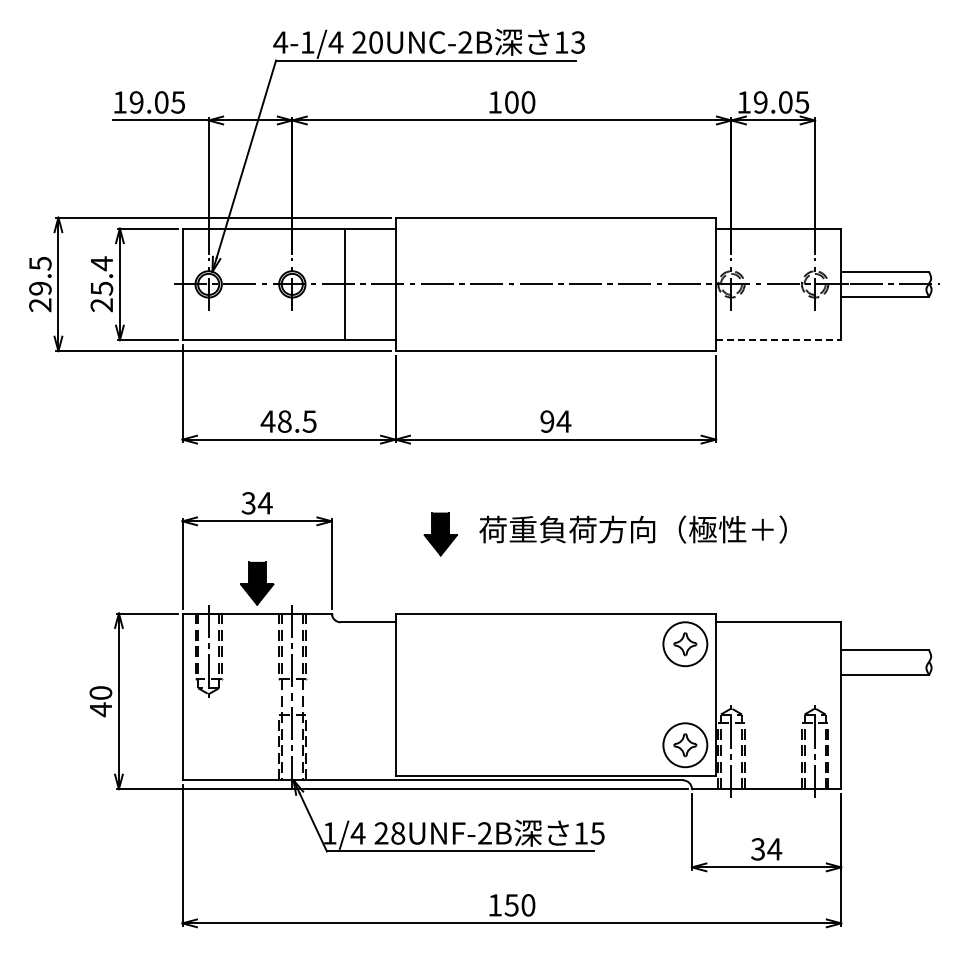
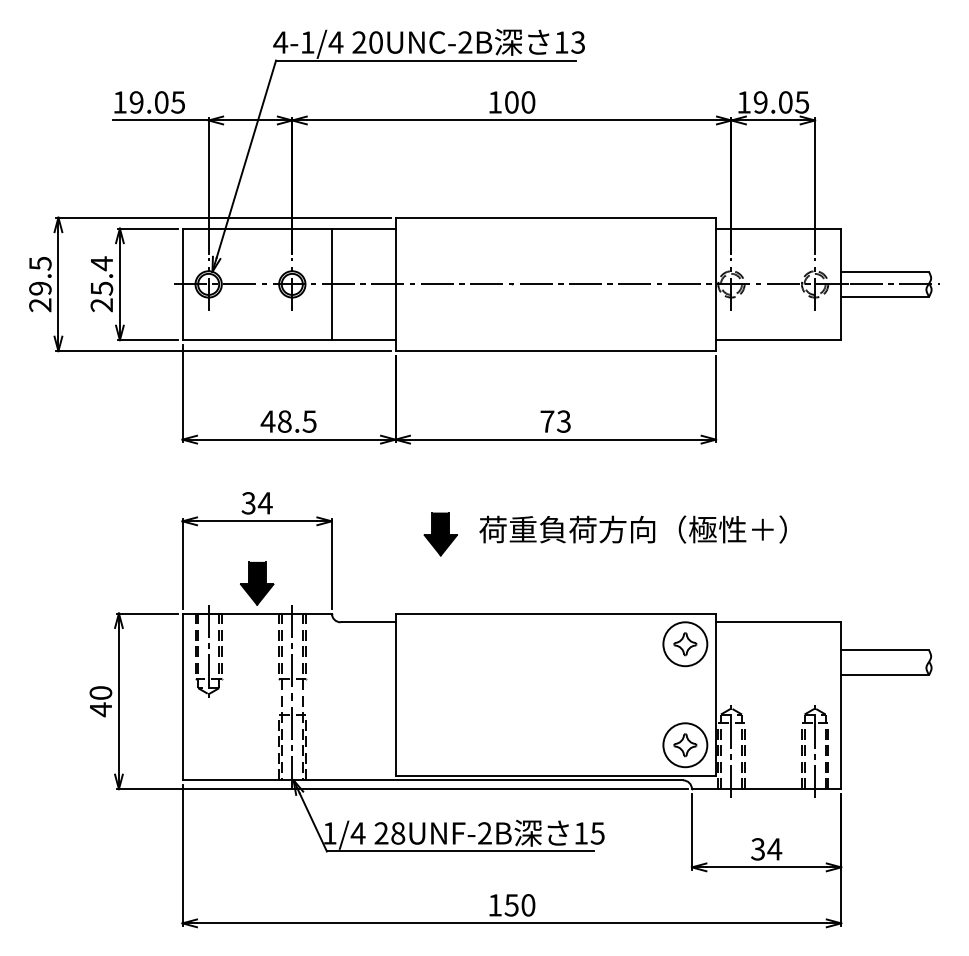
line at (344, 284) position: (344, 284) -> (331, 284)
line at (778, 340): dashed -> solid
text at (555, 421): 94 -> 73
